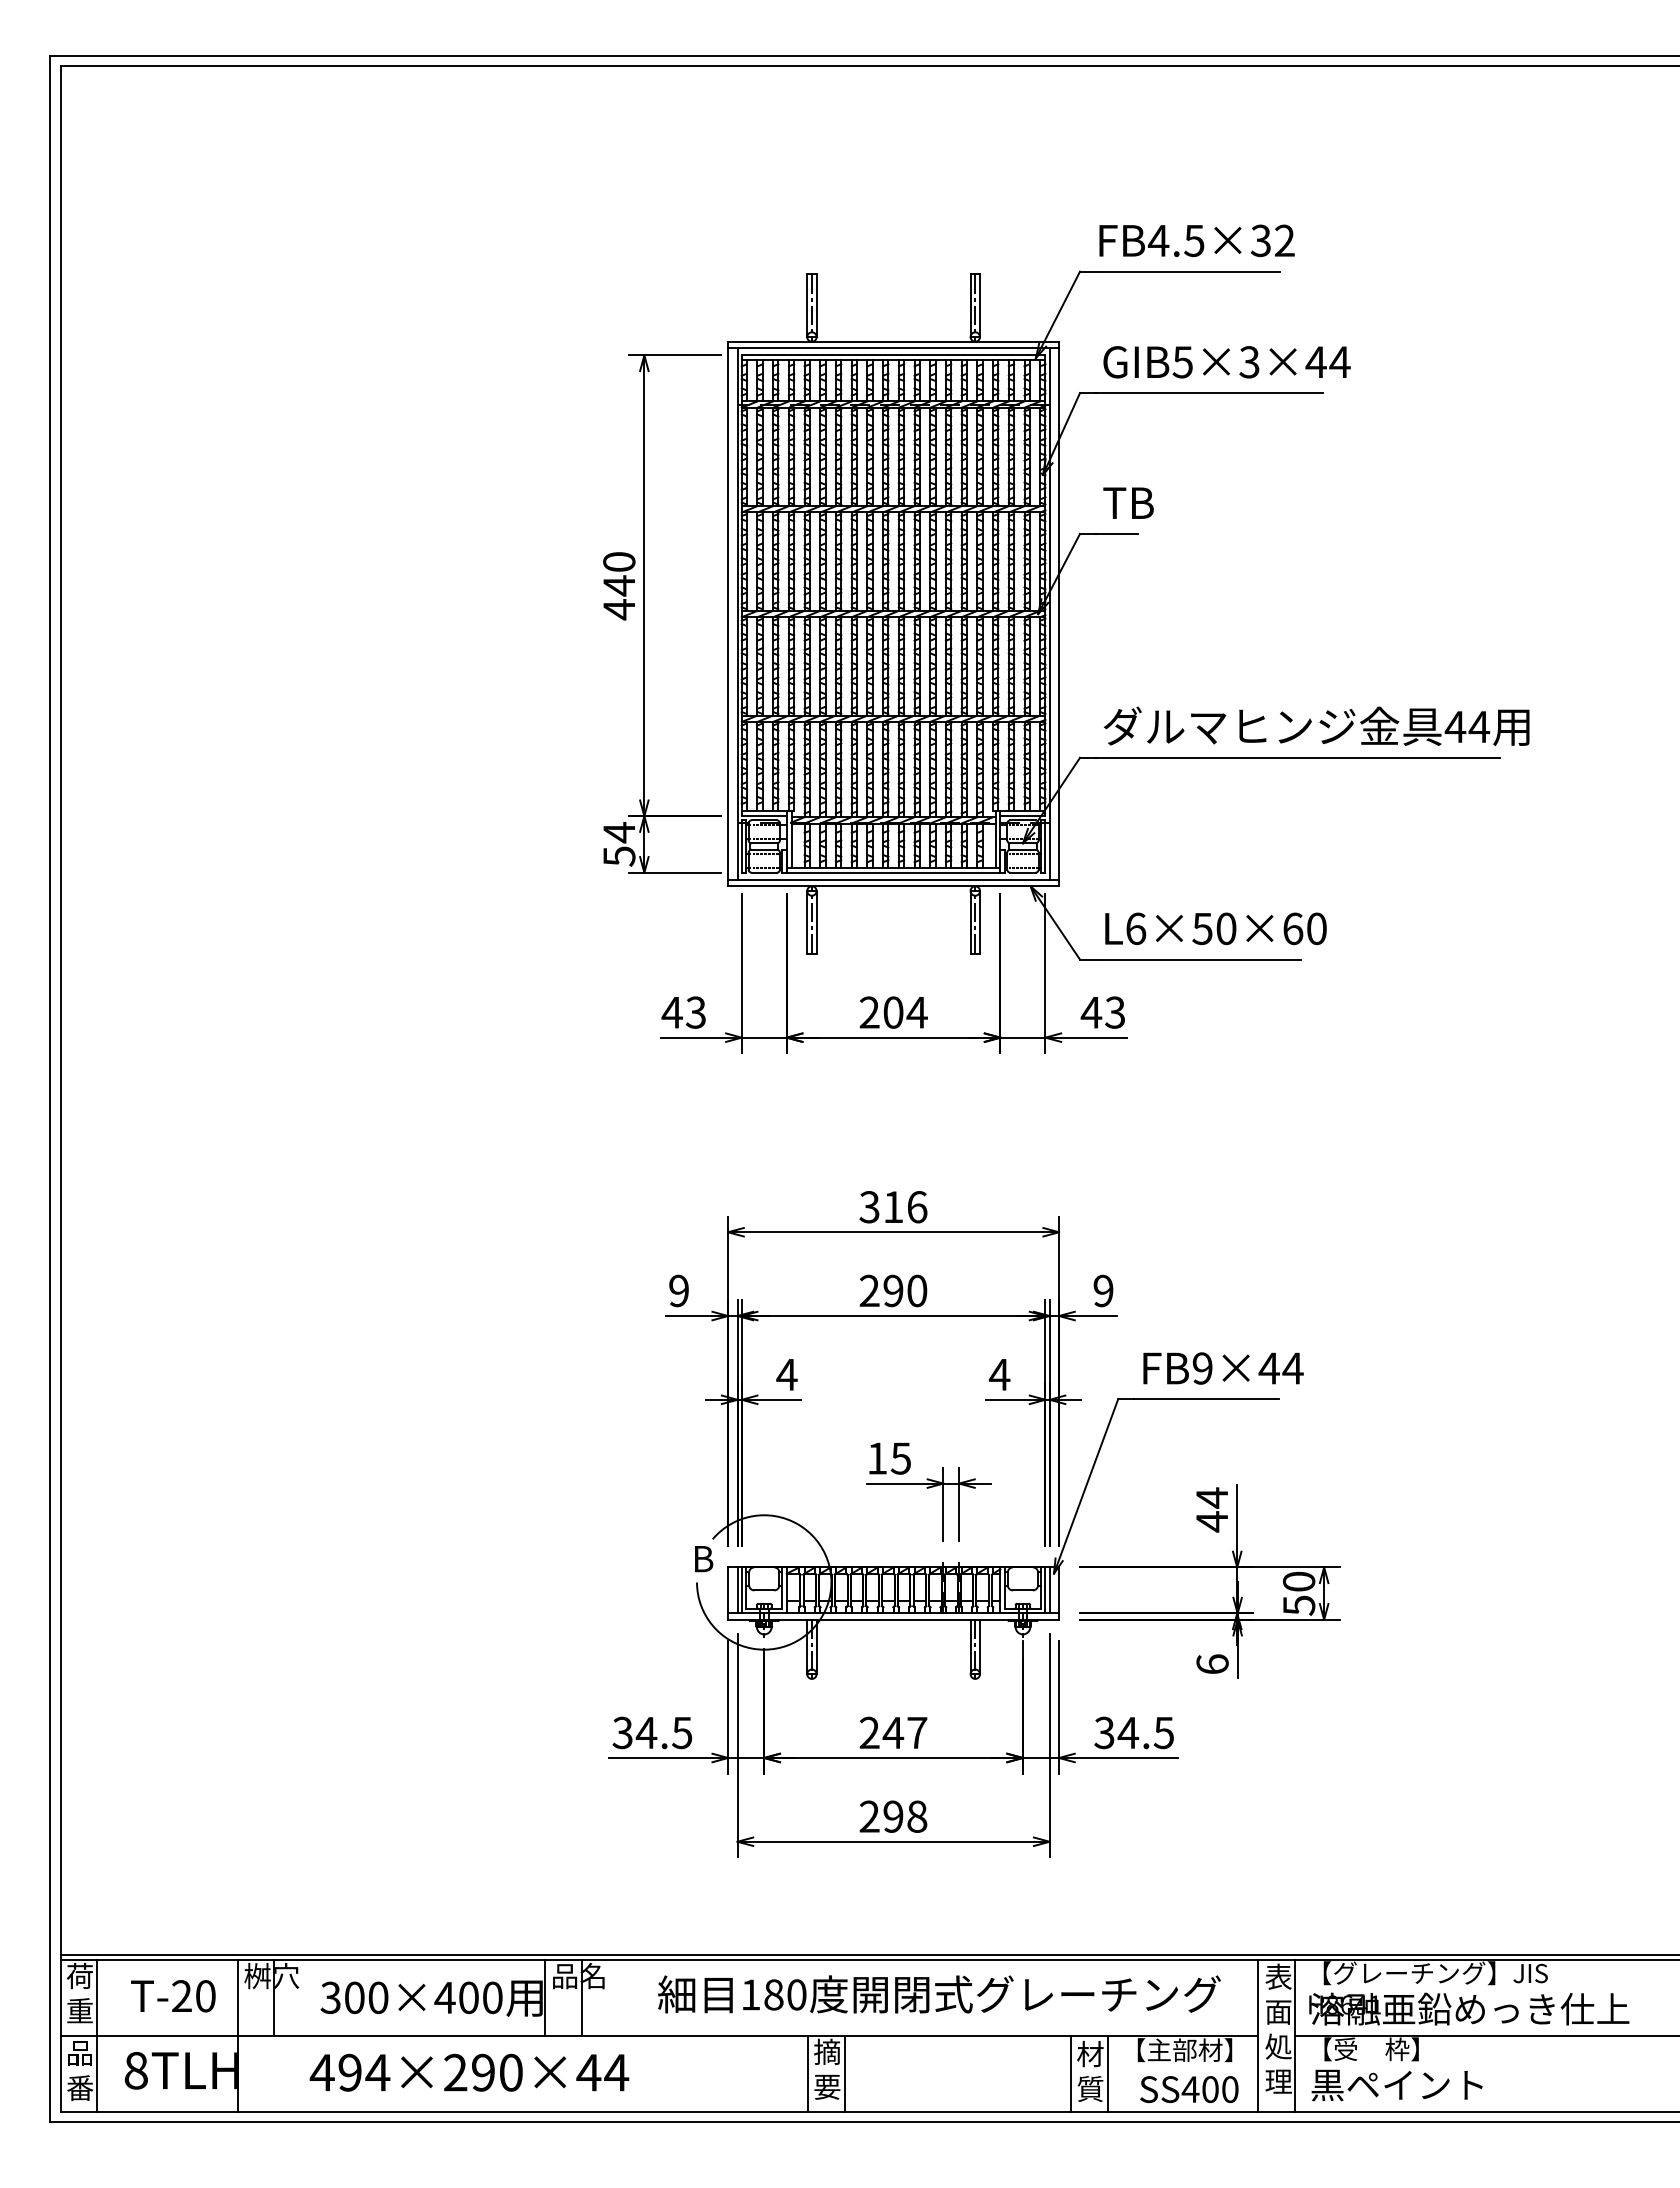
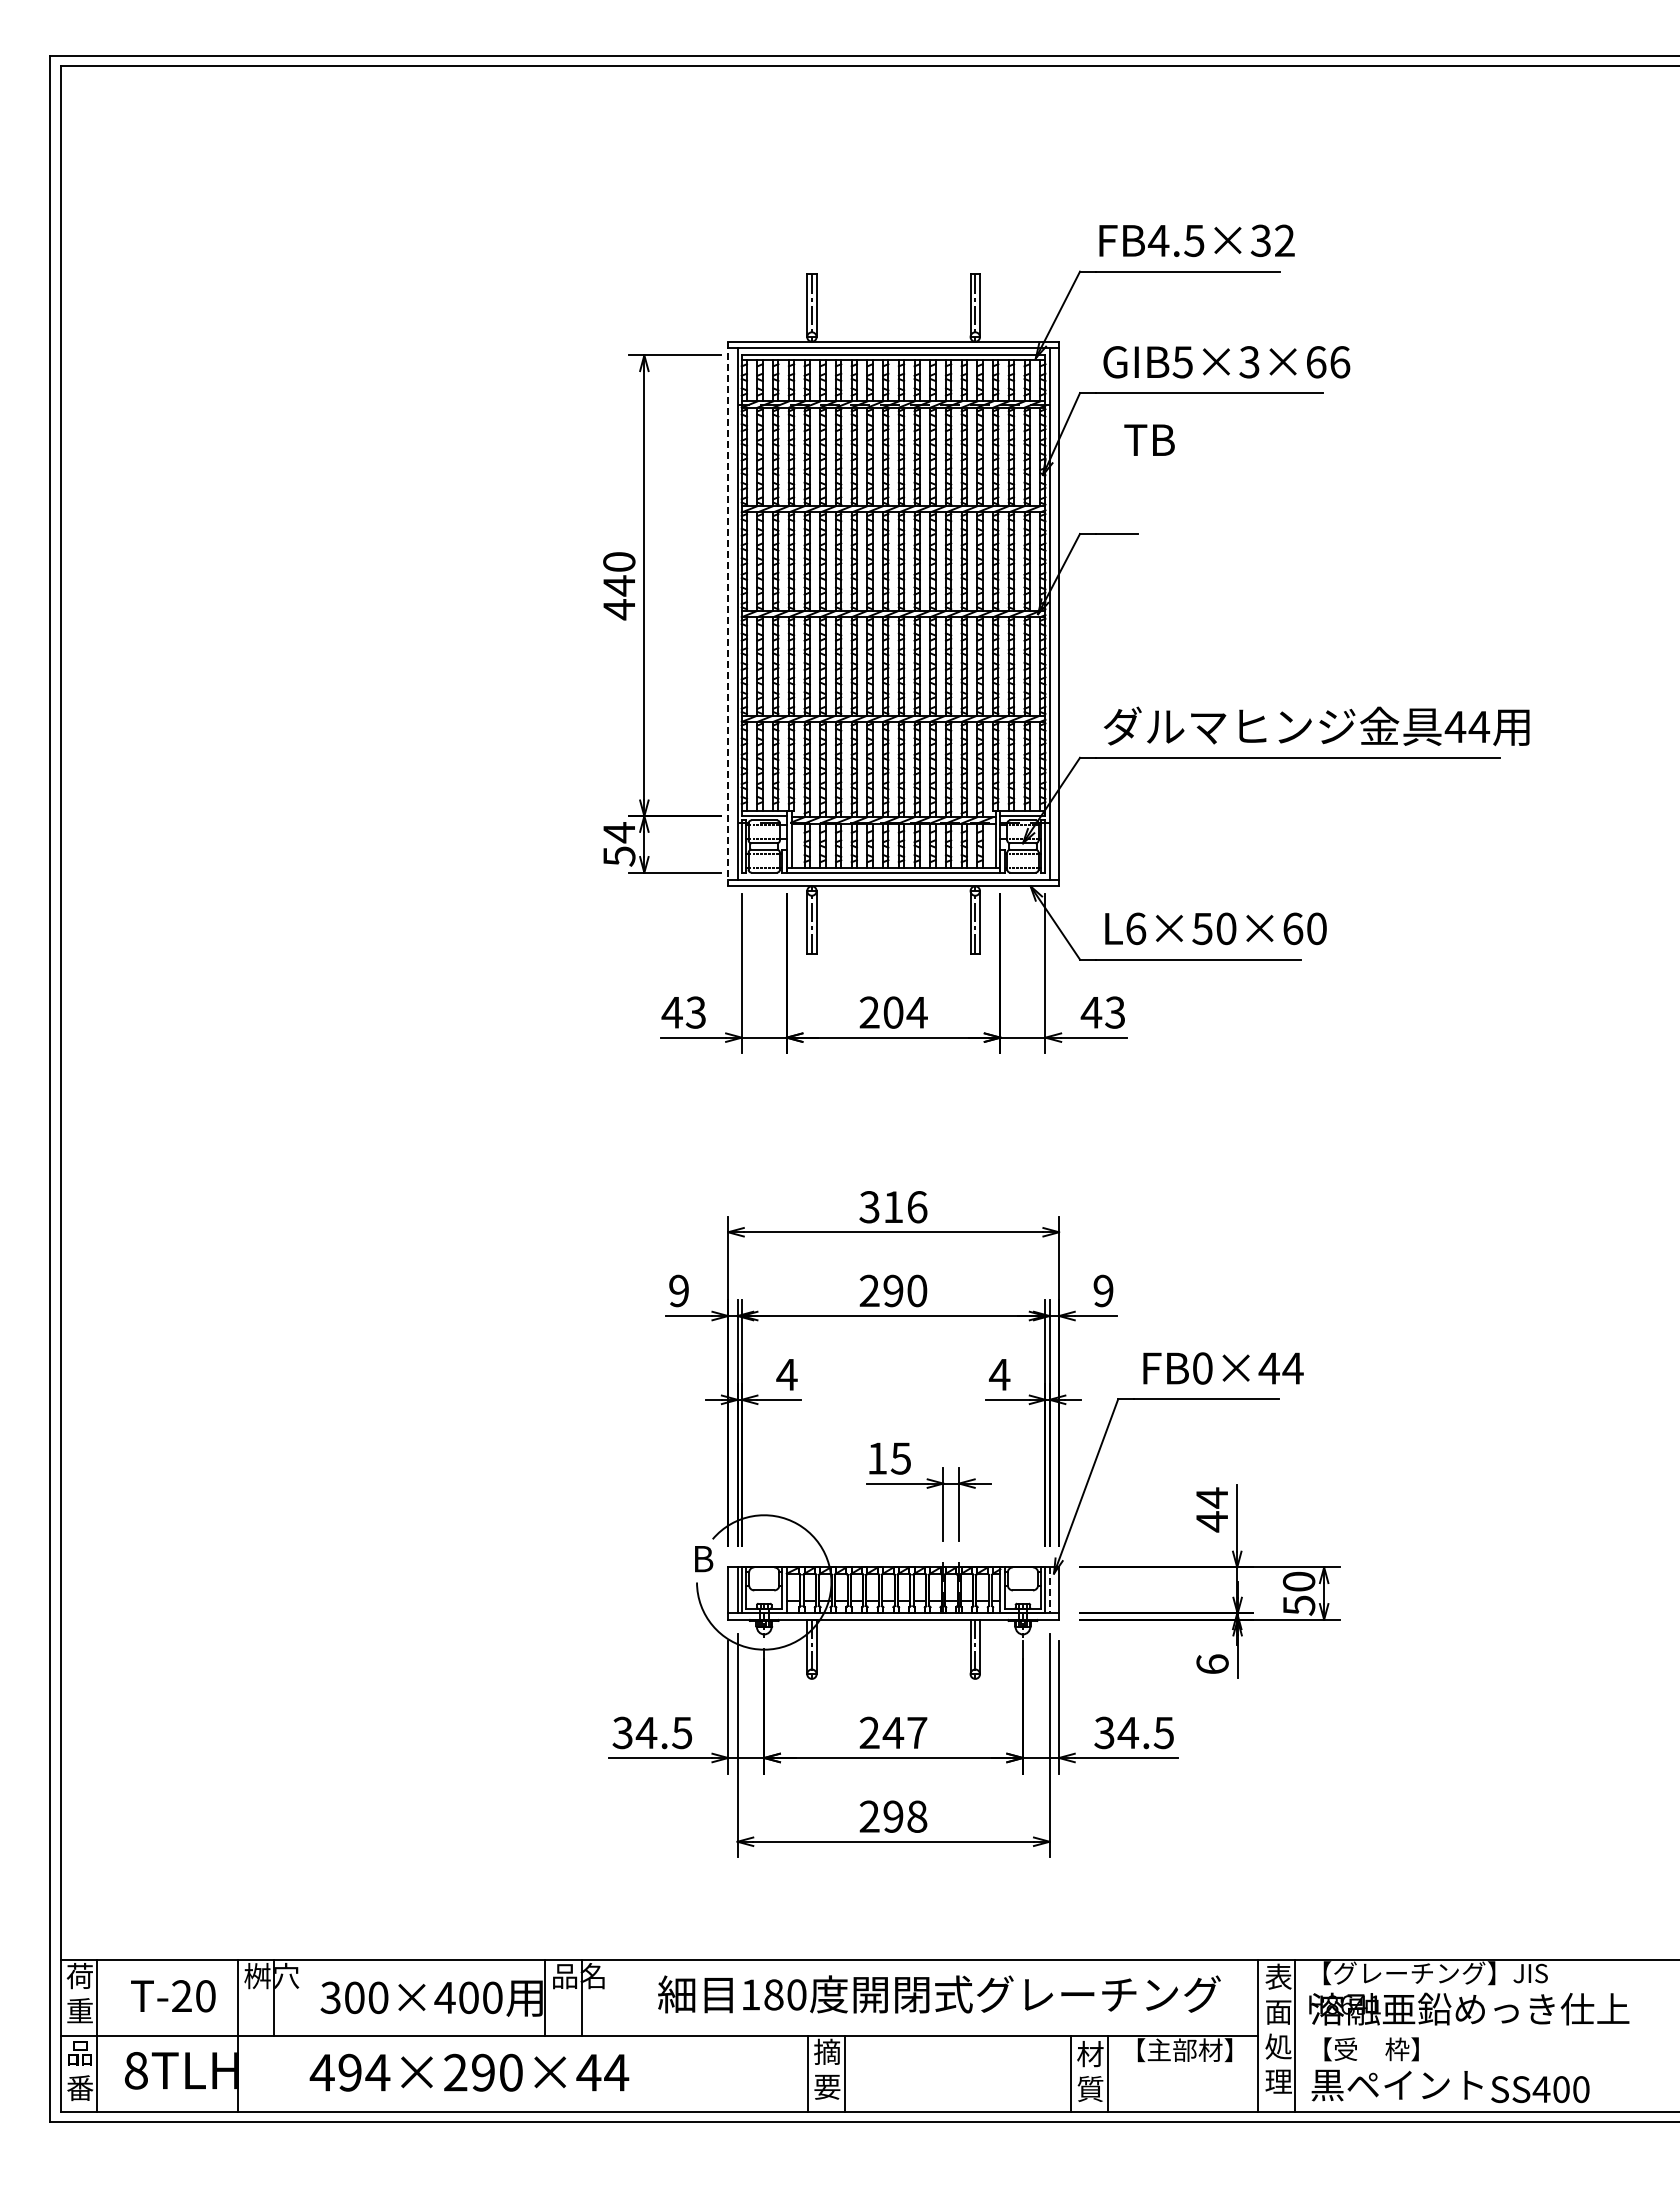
text at (1327, 362): GIB5×3×44 -> GIB5×3×66
text at (1128, 502) position: (1128, 502) -> (1149, 439)
line at (728, 614): solid -> dashed
text at (1202, 1368): FB9×44 -> FB0×44
line at (1049, 1590): solid -> dashed
line at (868, 1954): present -> none
line at (1485, 2035): present -> none
text at (1189, 2089) position: (1189, 2089) -> (1540, 2089)
